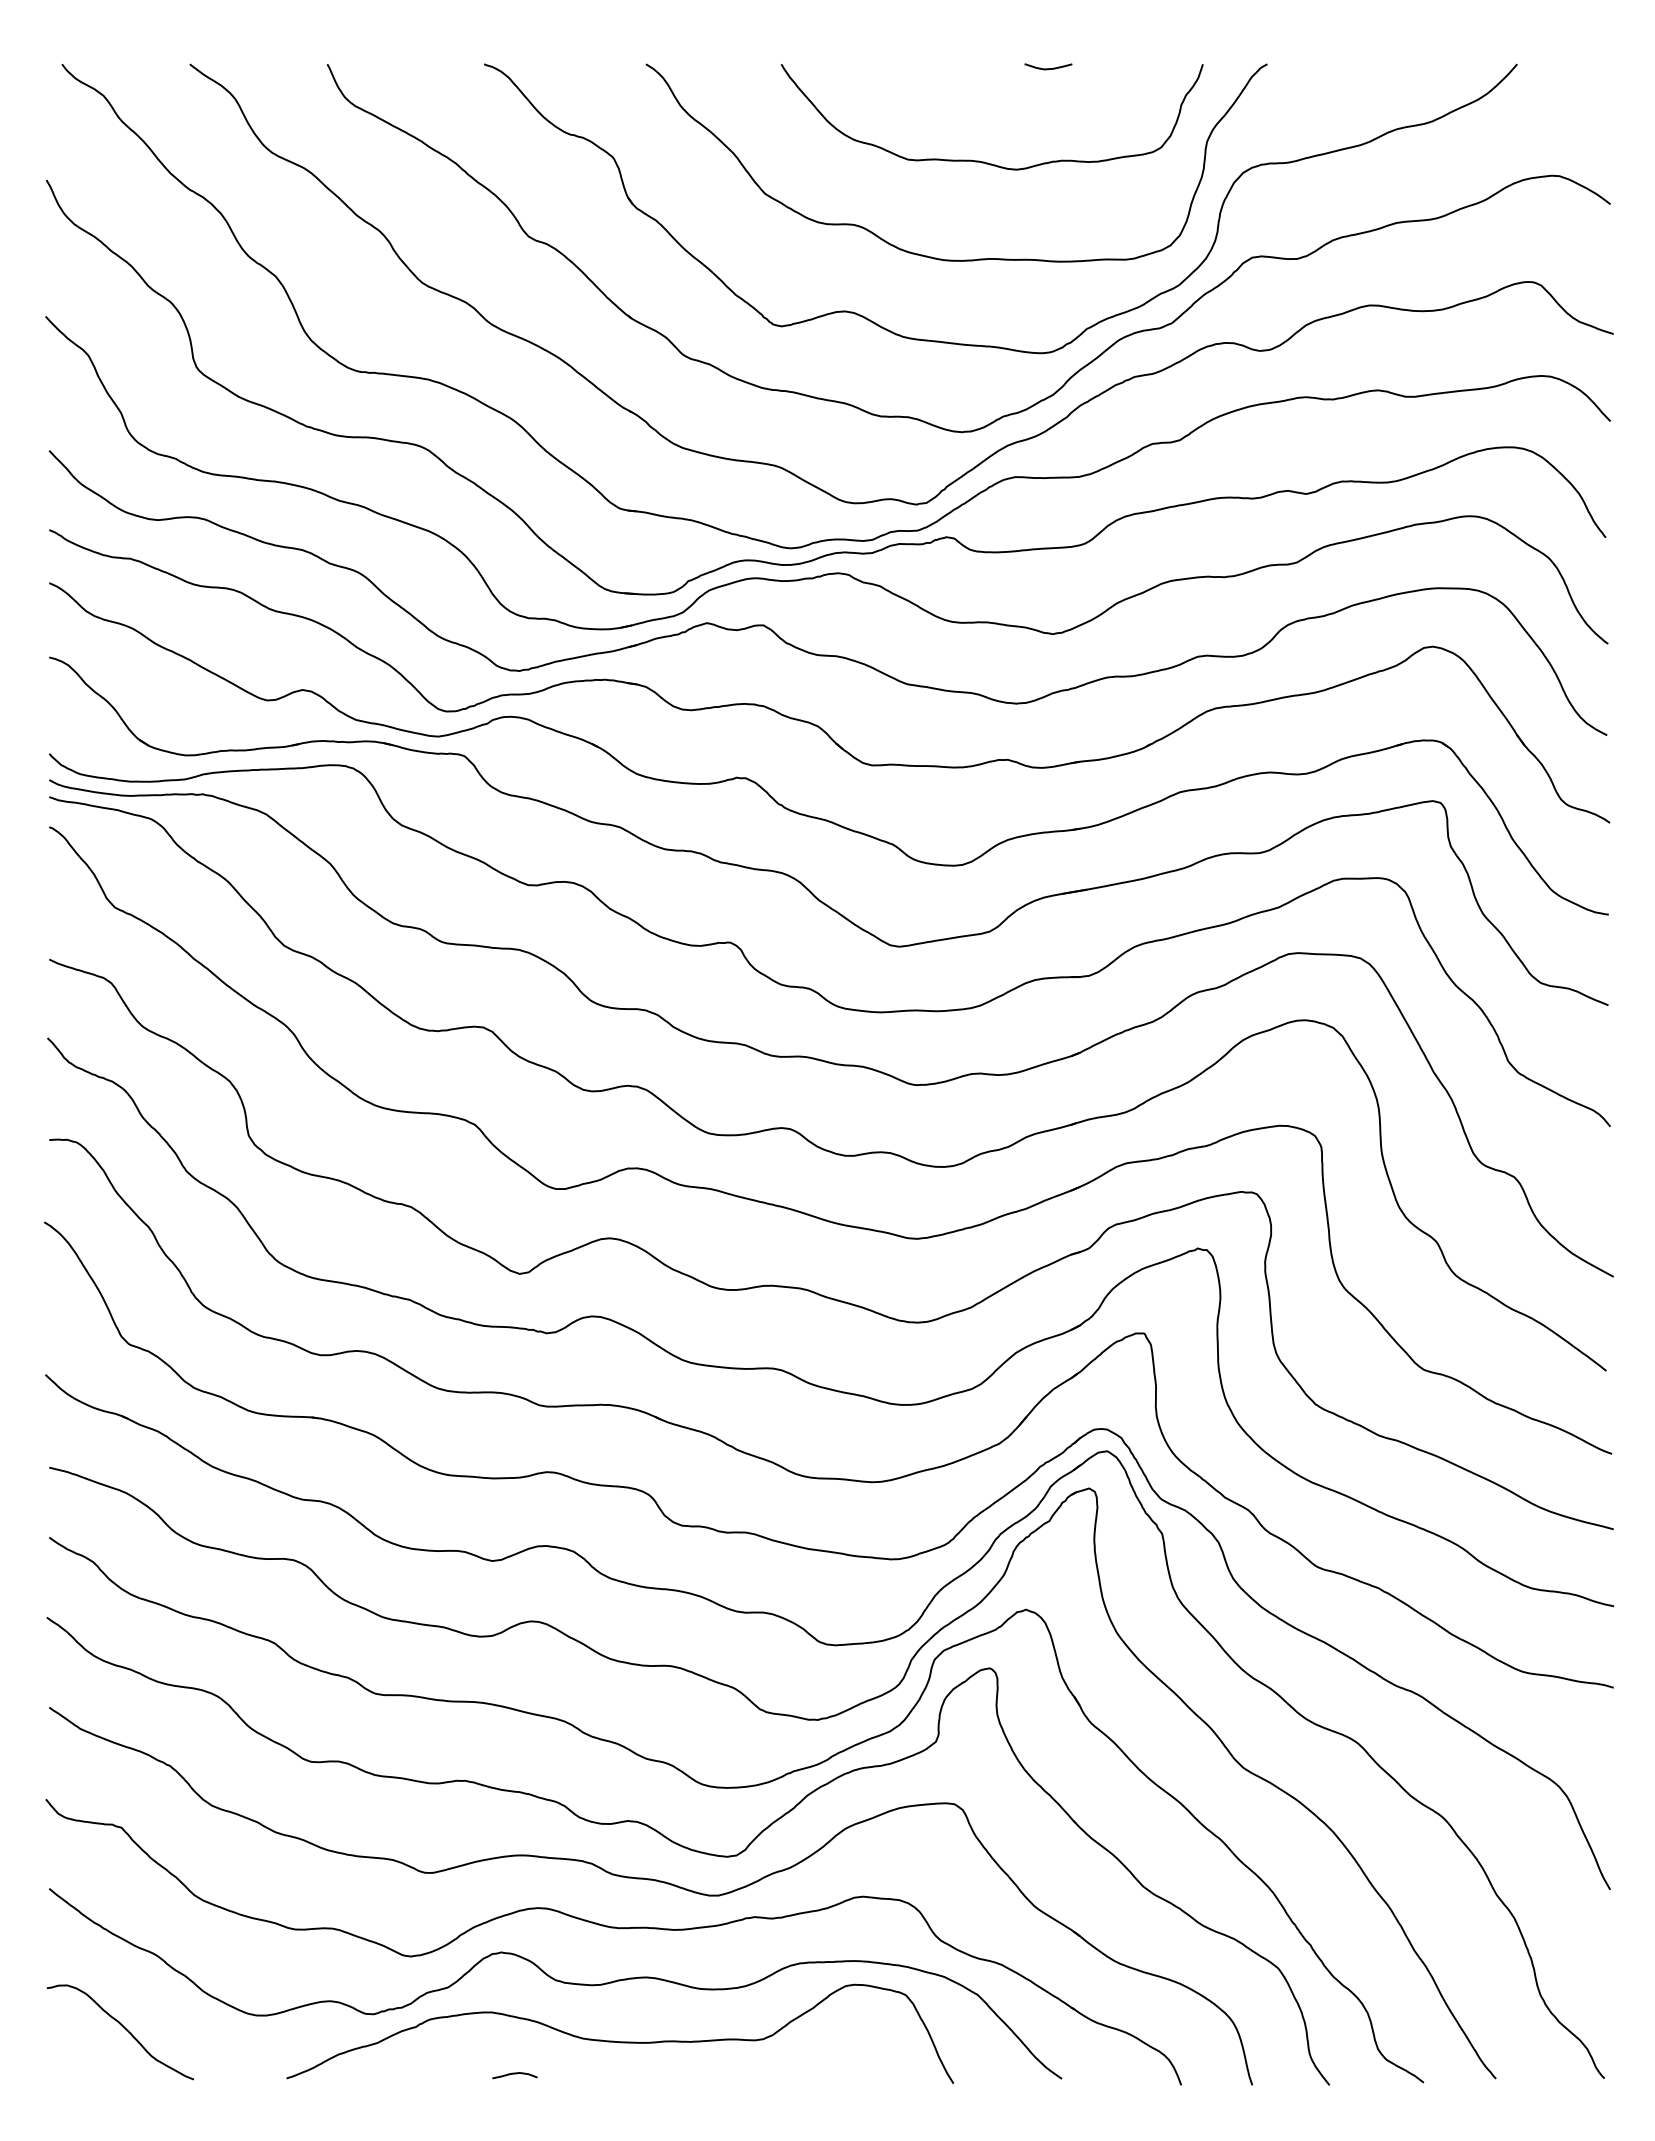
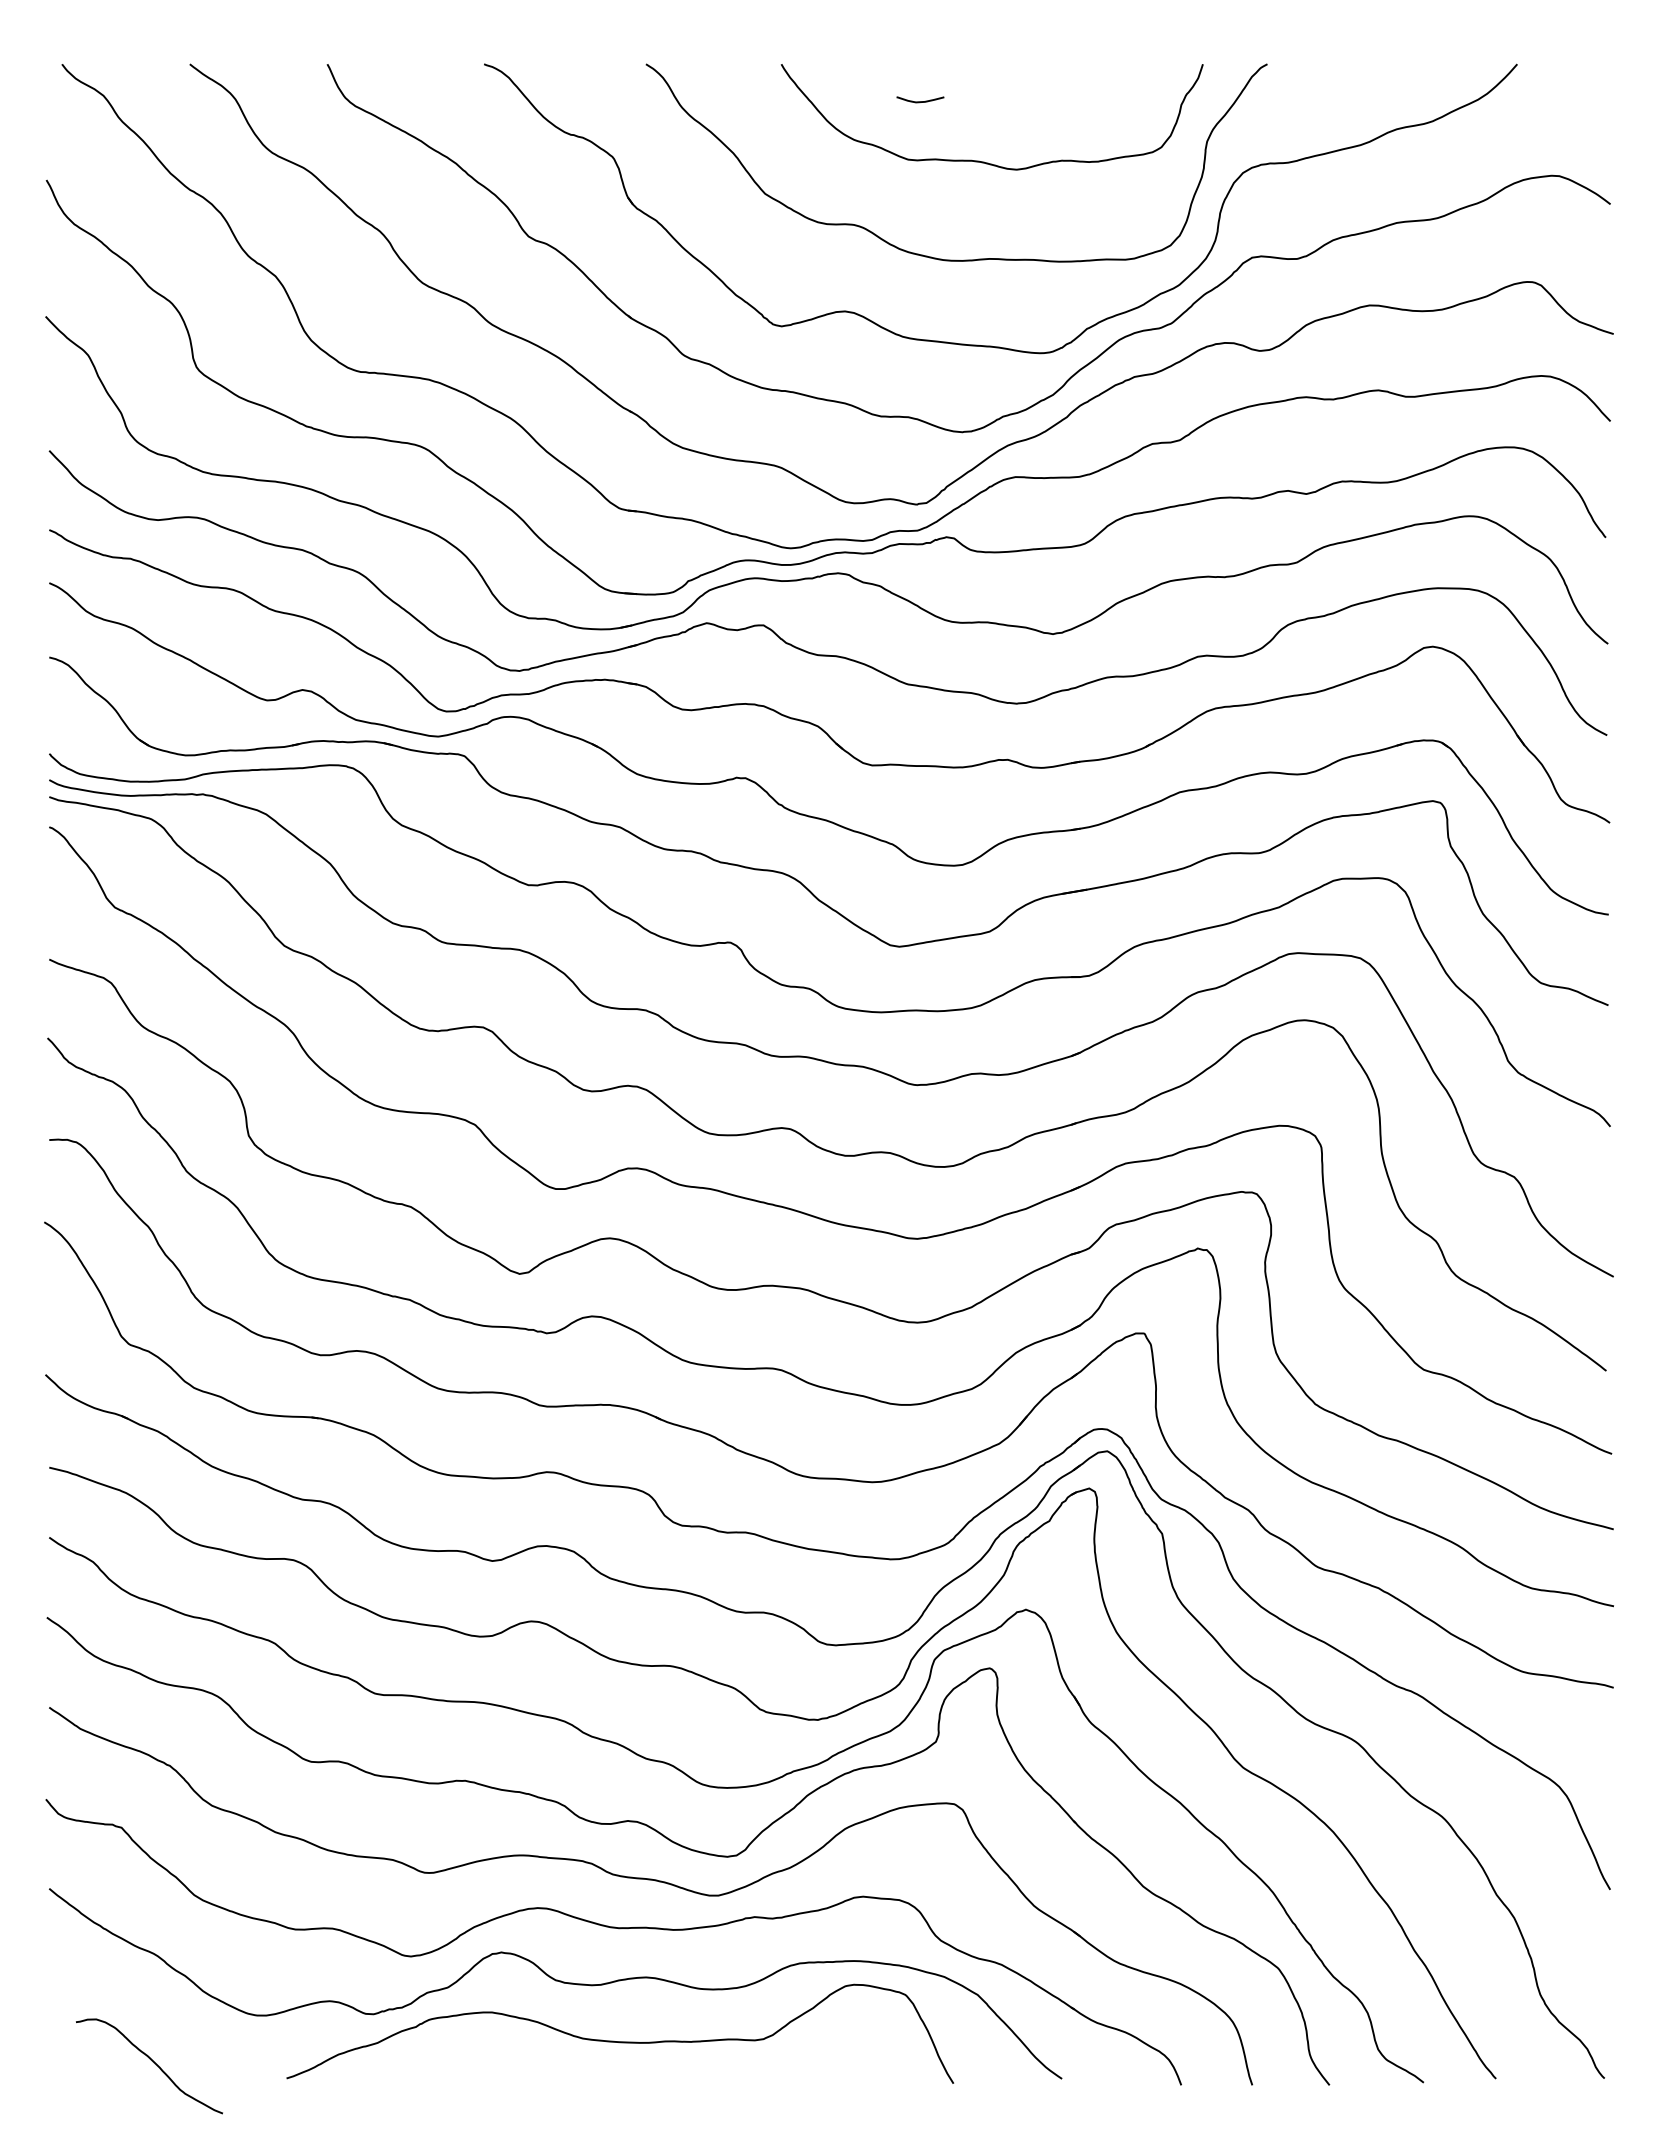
curve at (1048, 68) position: (1048, 68) -> (920, 101)
curve at (123, 2028) position: (123, 2028) -> (152, 2062)
curve at (514, 2074): present -> none
